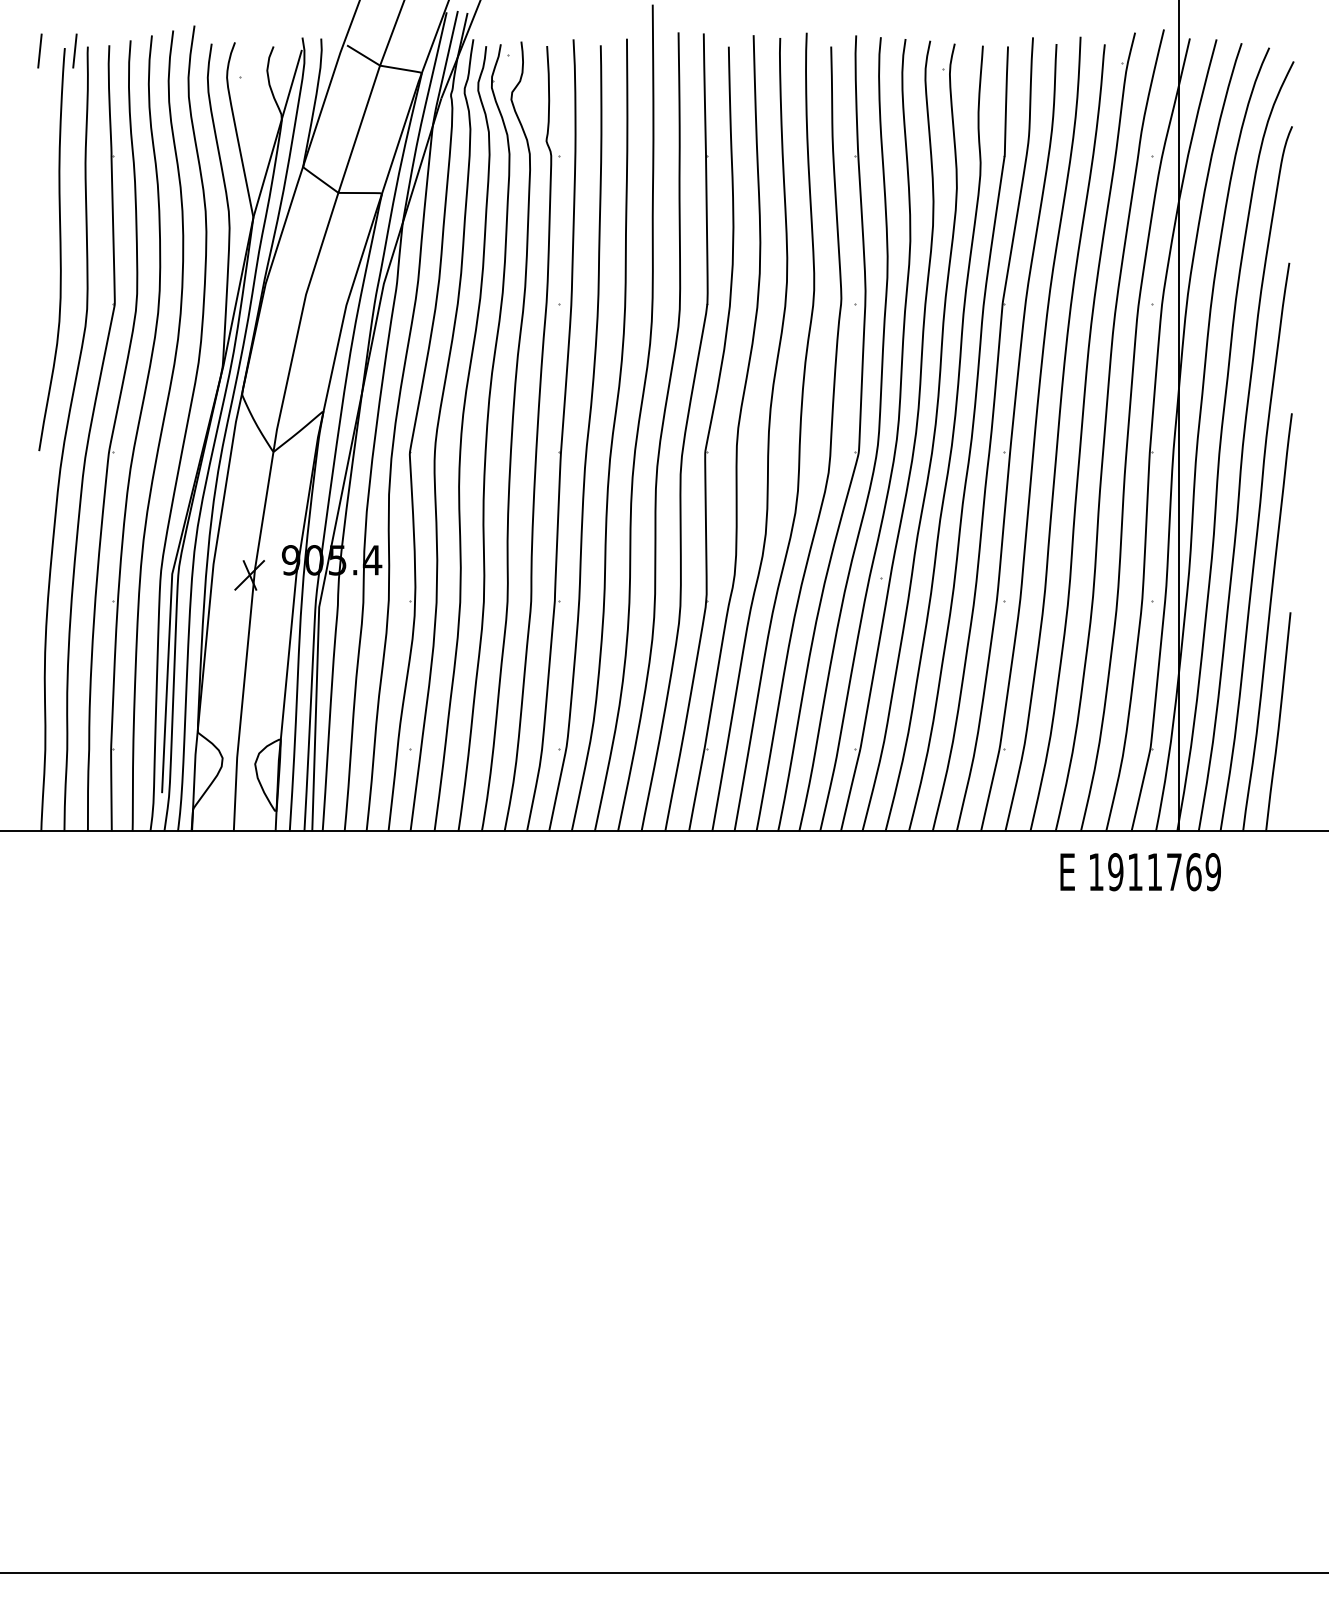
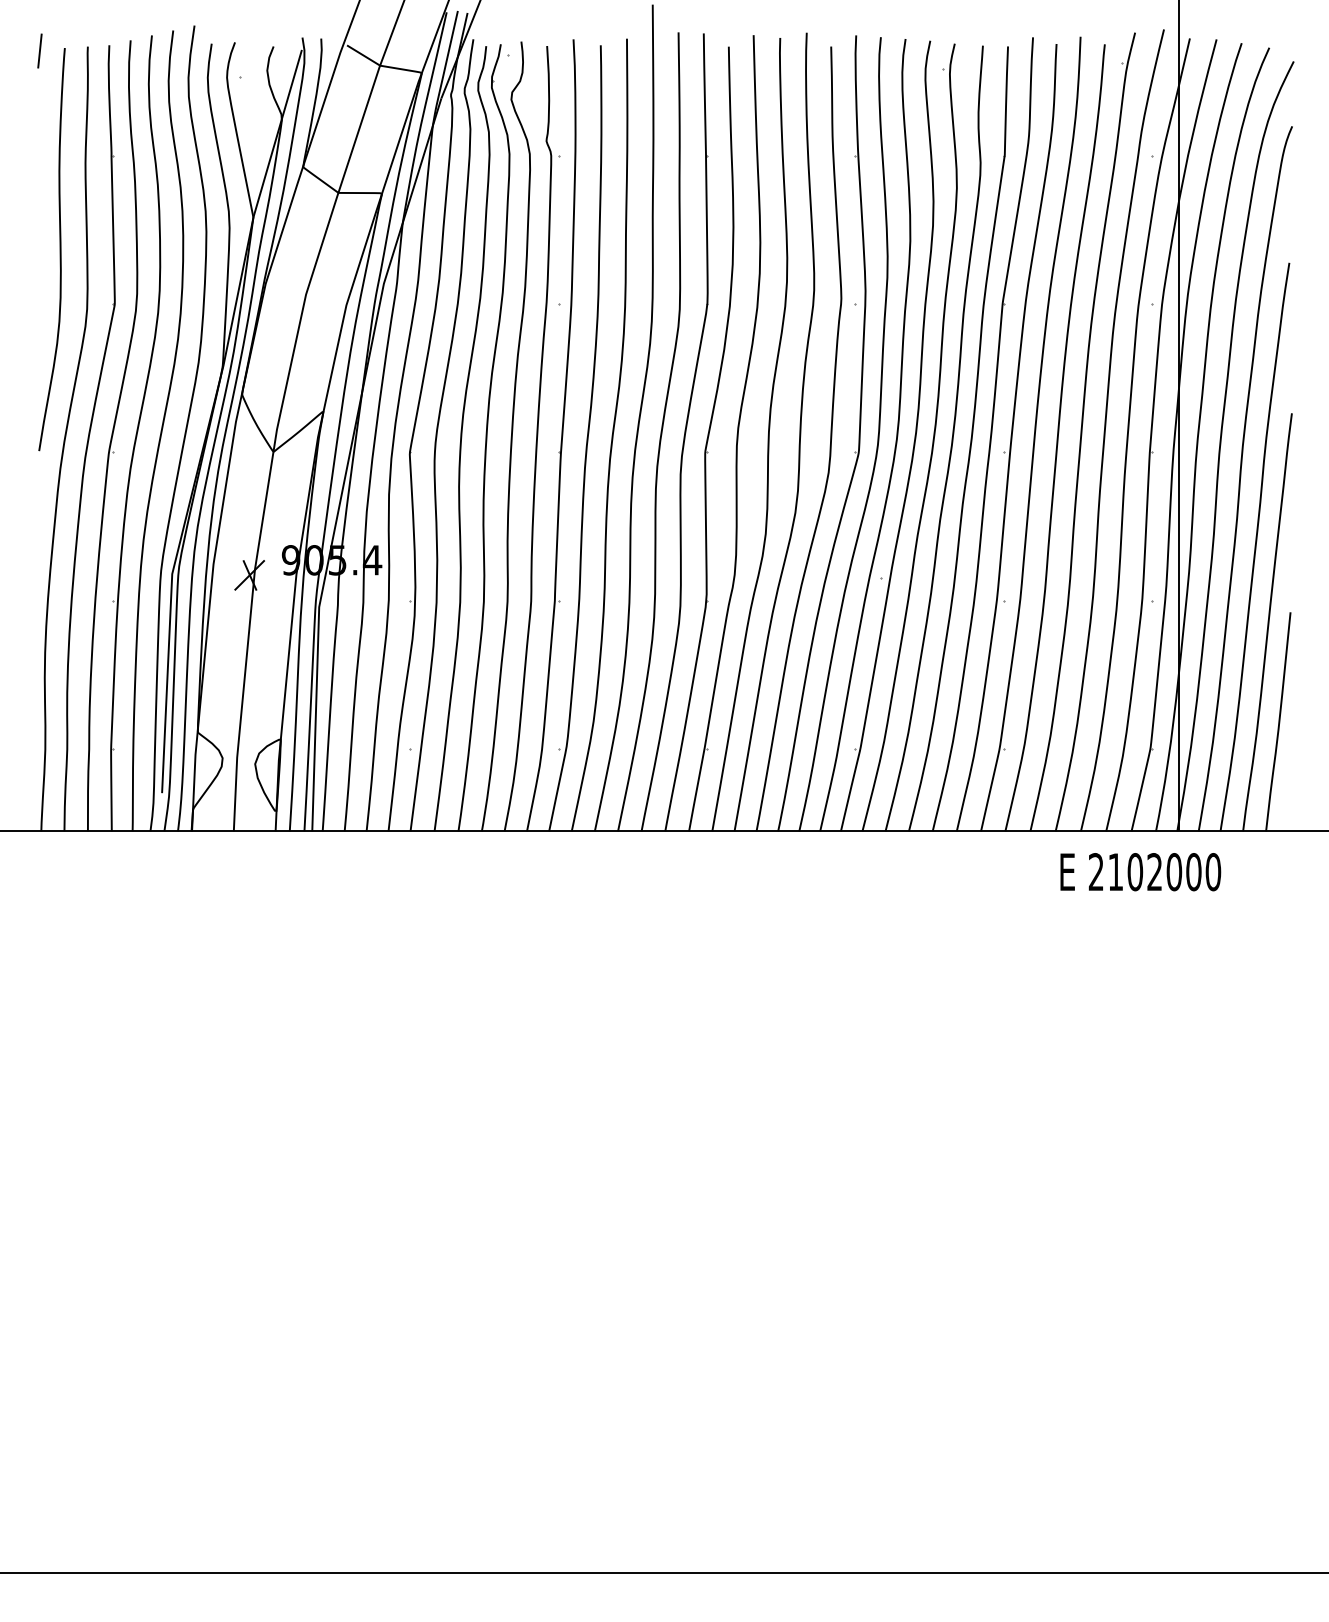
line at (74, 50): present -> none
text at (1154, 872): 1911769 -> 2102000
